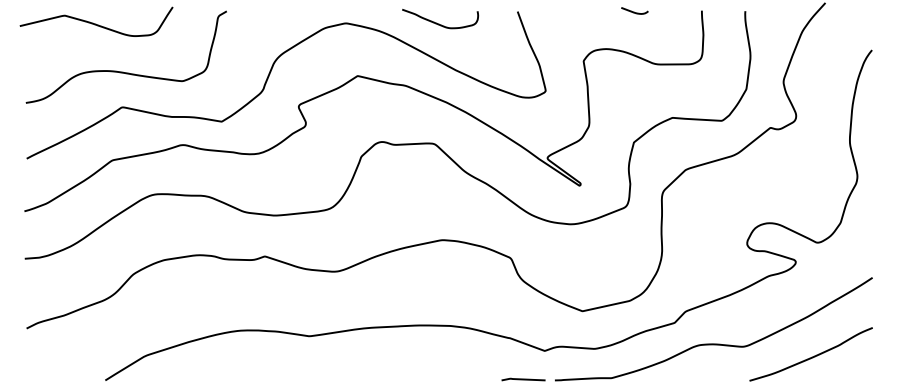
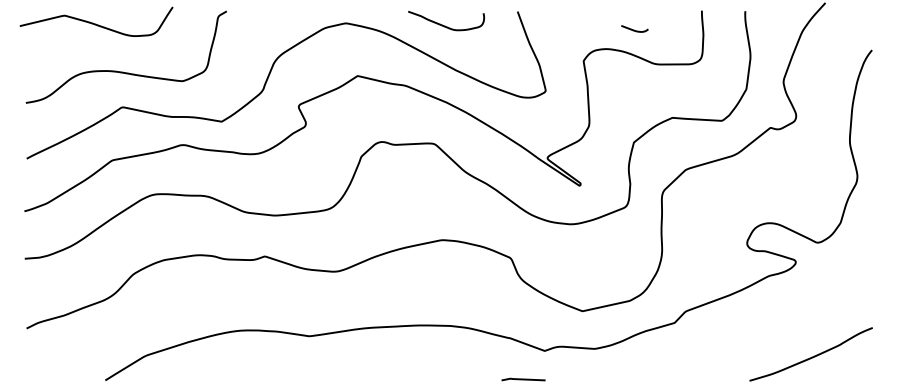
curve at (634, 11) position: (634, 11) -> (634, 29)
curve at (439, 23) position: (439, 23) -> (445, 25)
curve at (713, 343): present -> none
